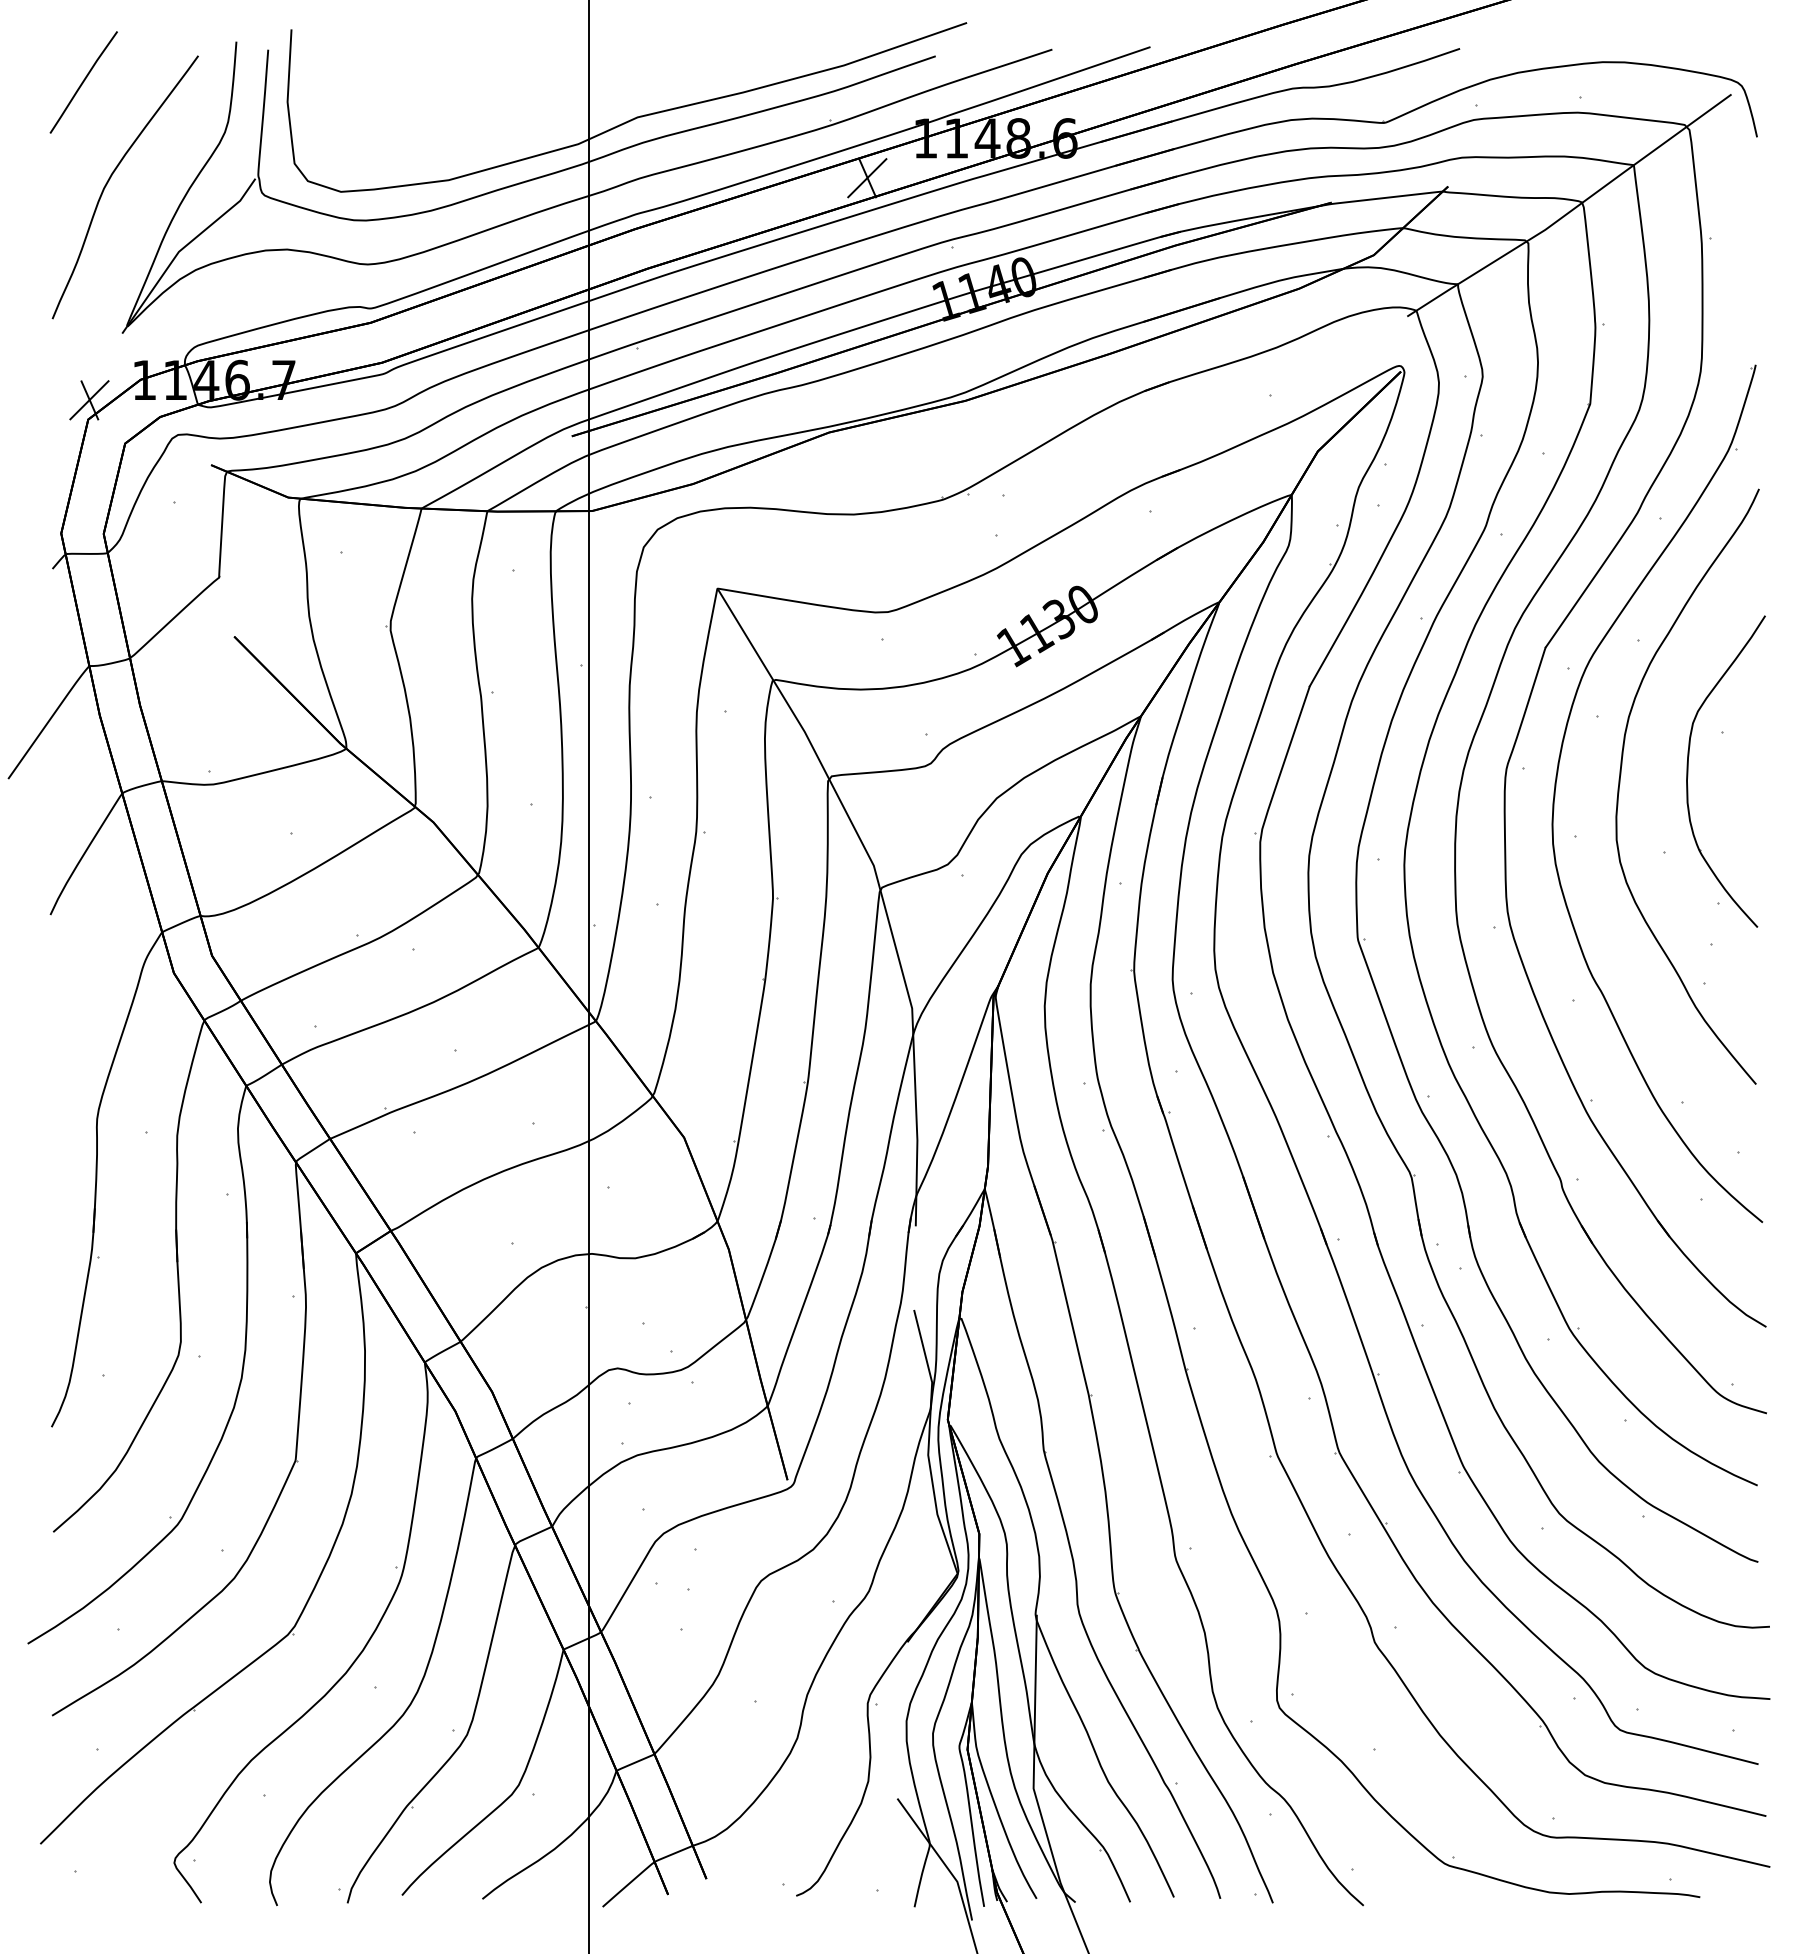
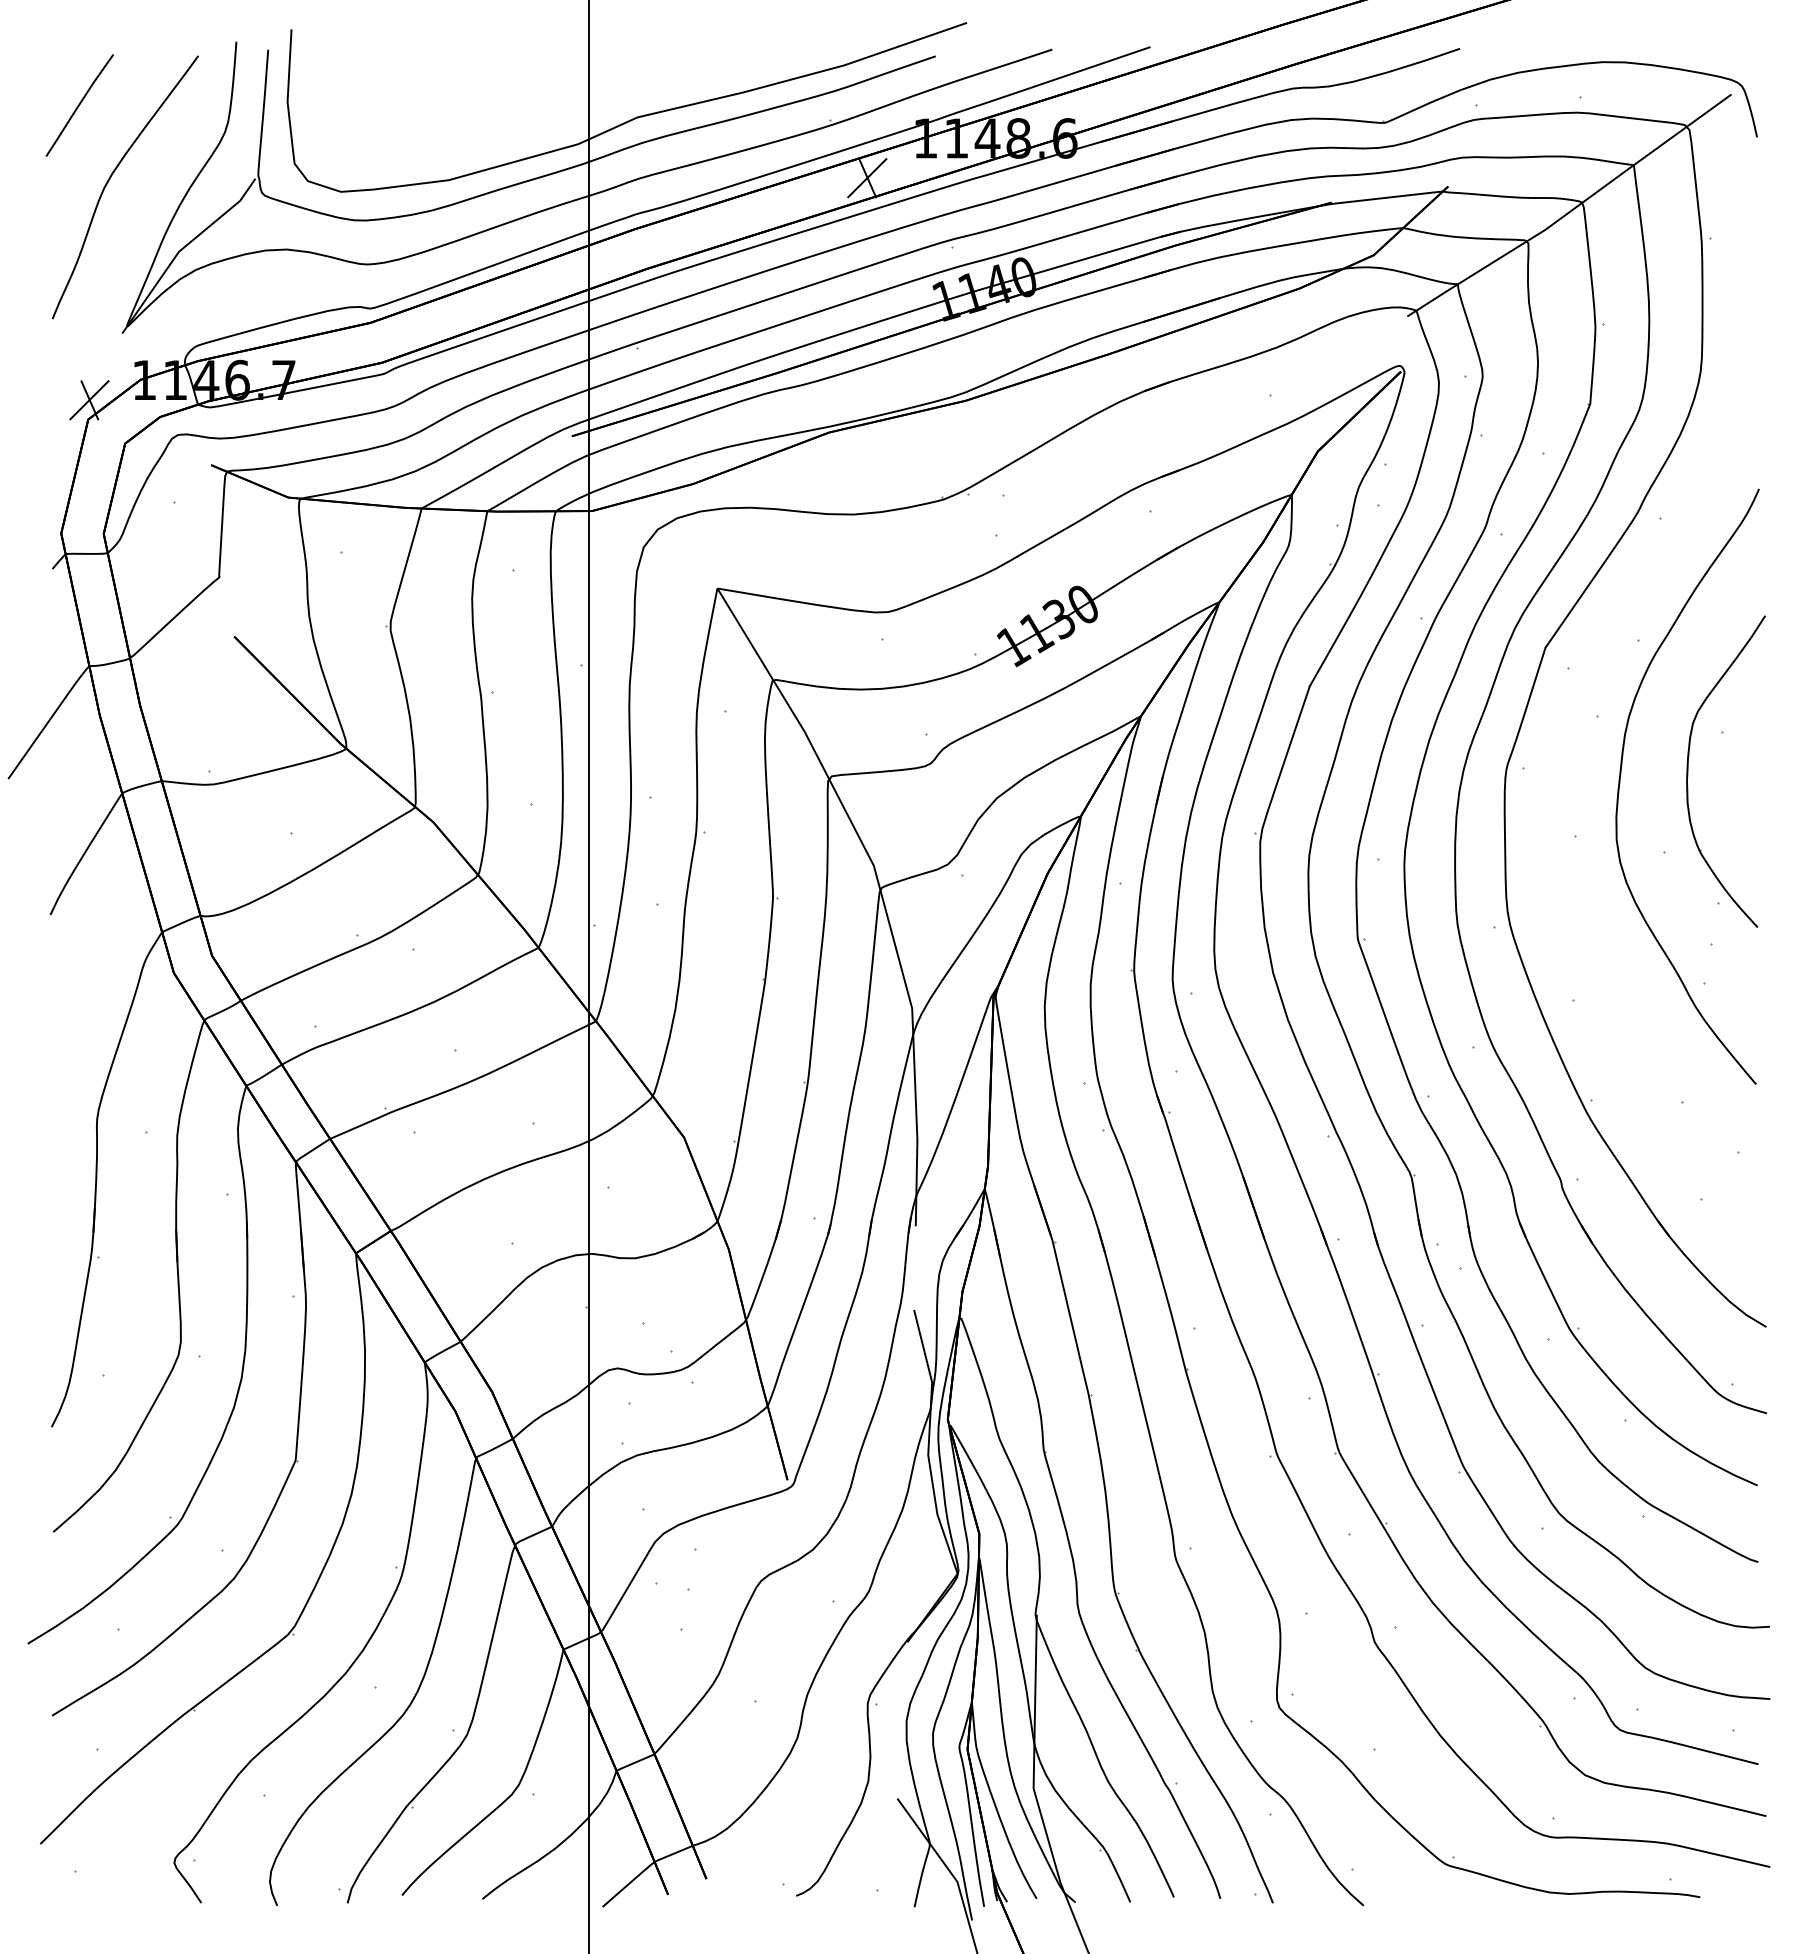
line at (83, 82) position: (83, 82) -> (79, 105)
part at (1557, 779): present -> none
